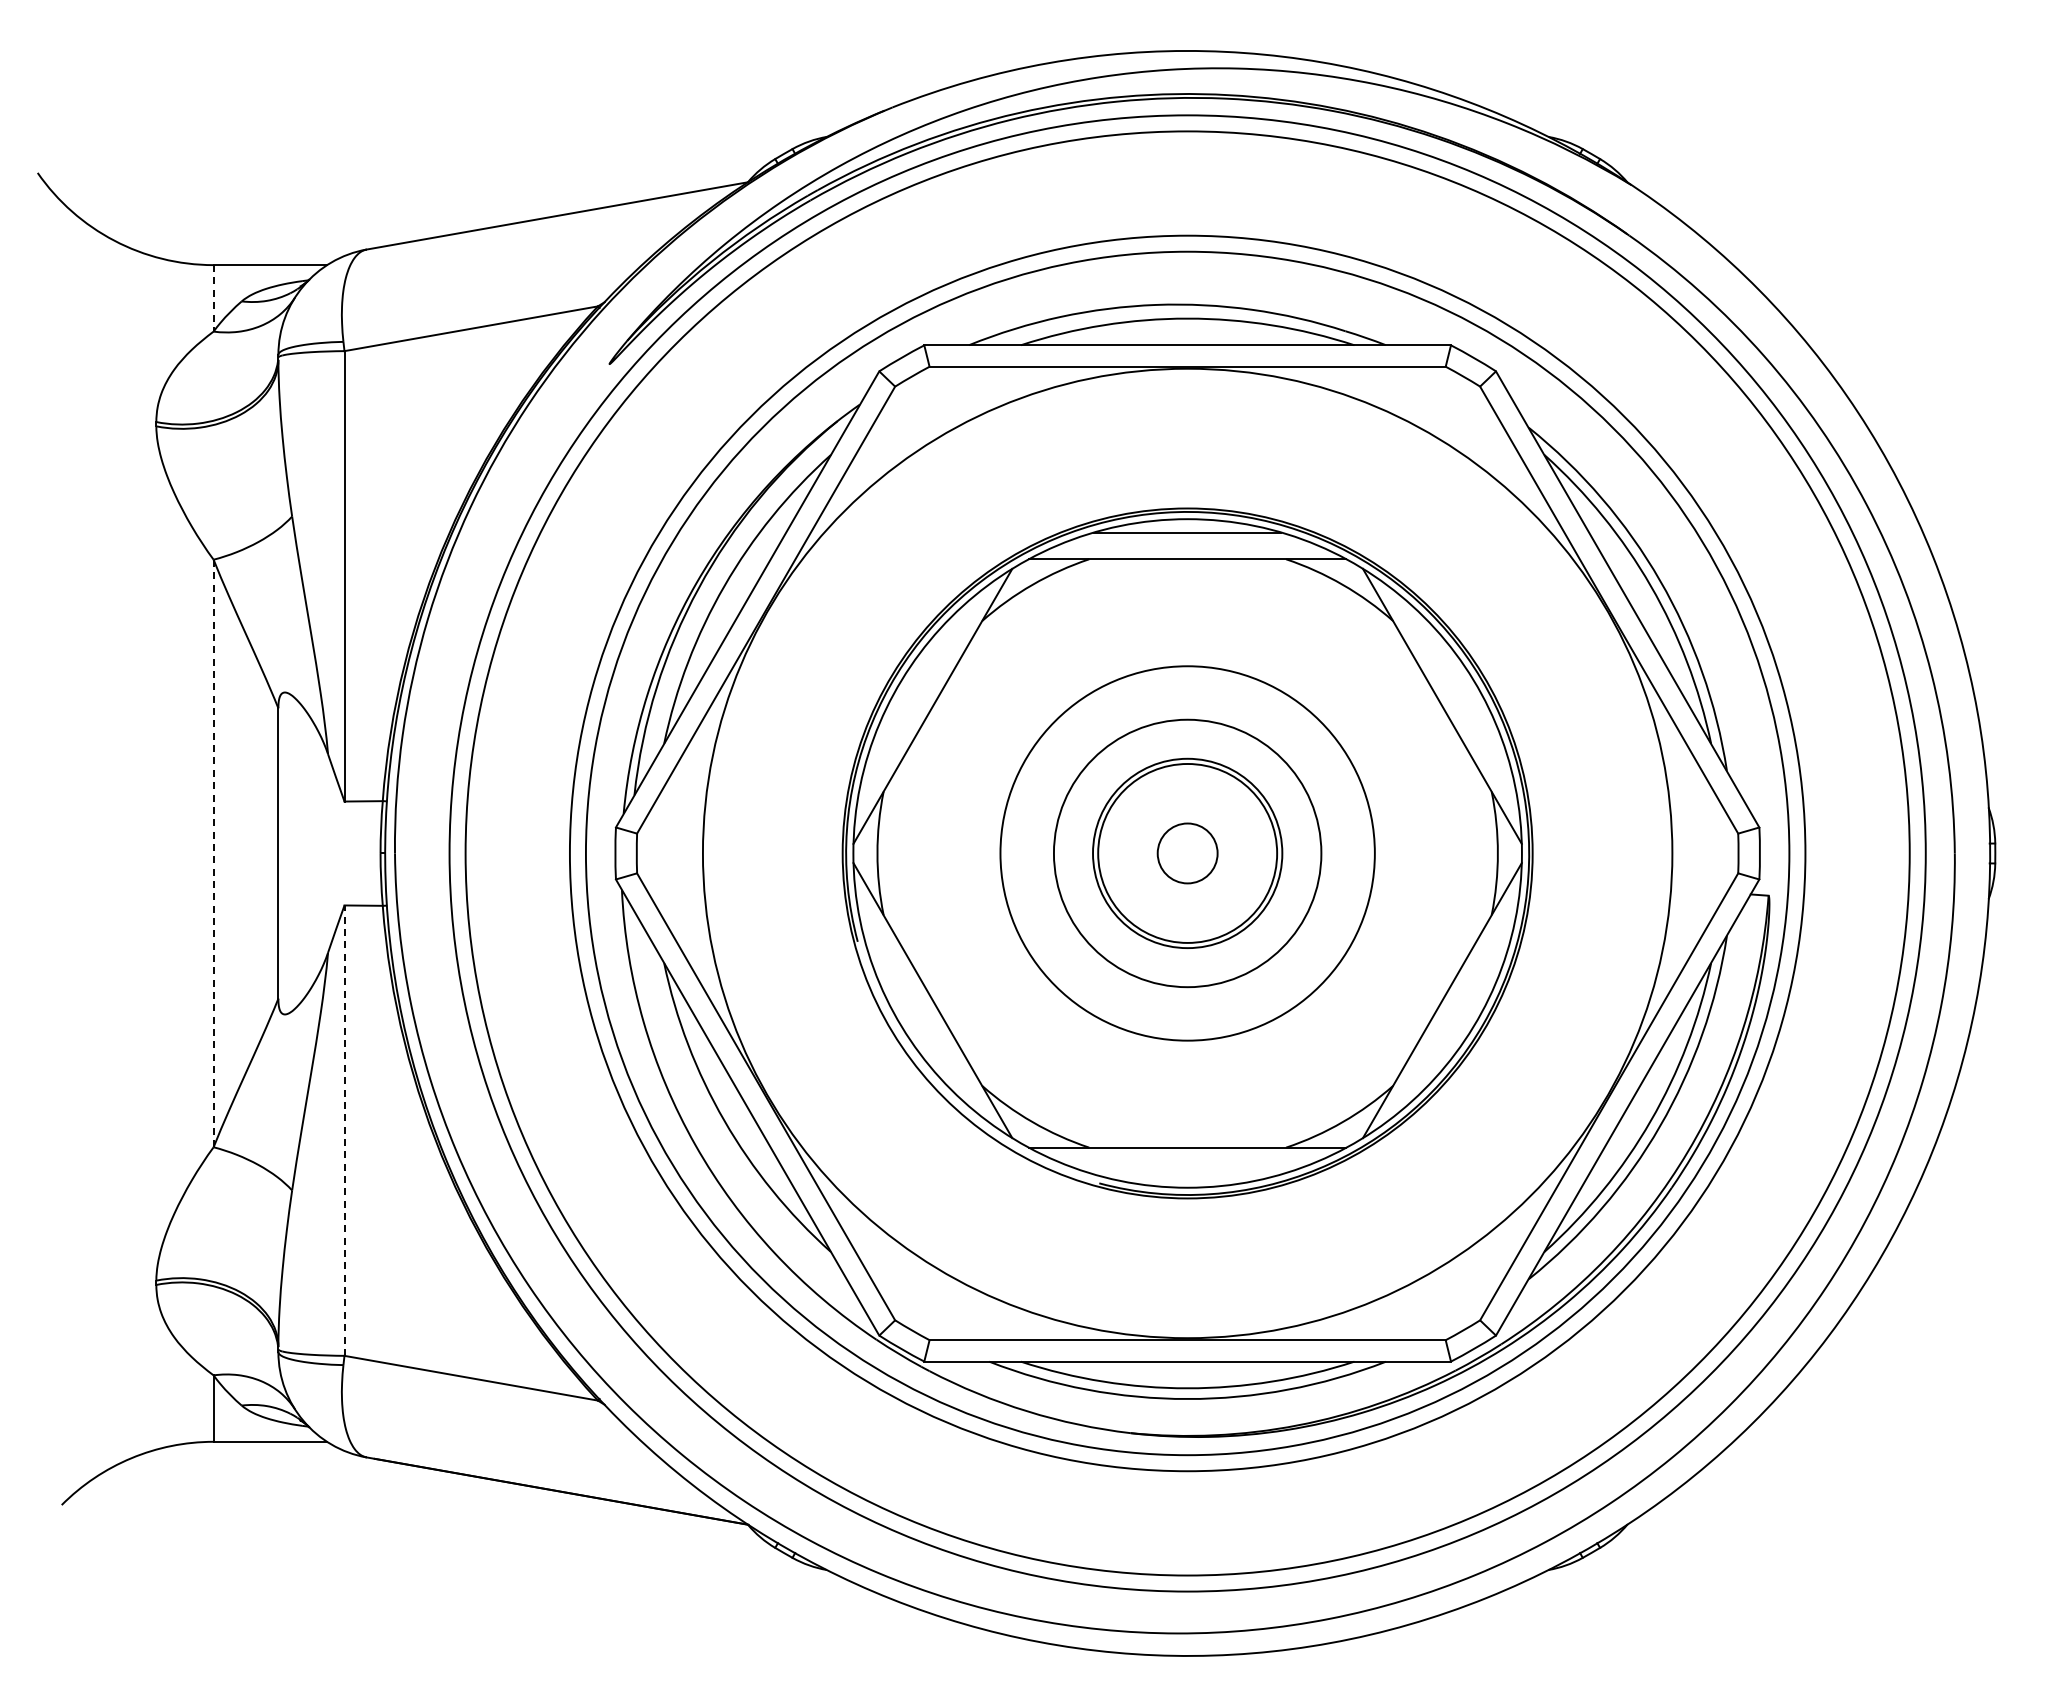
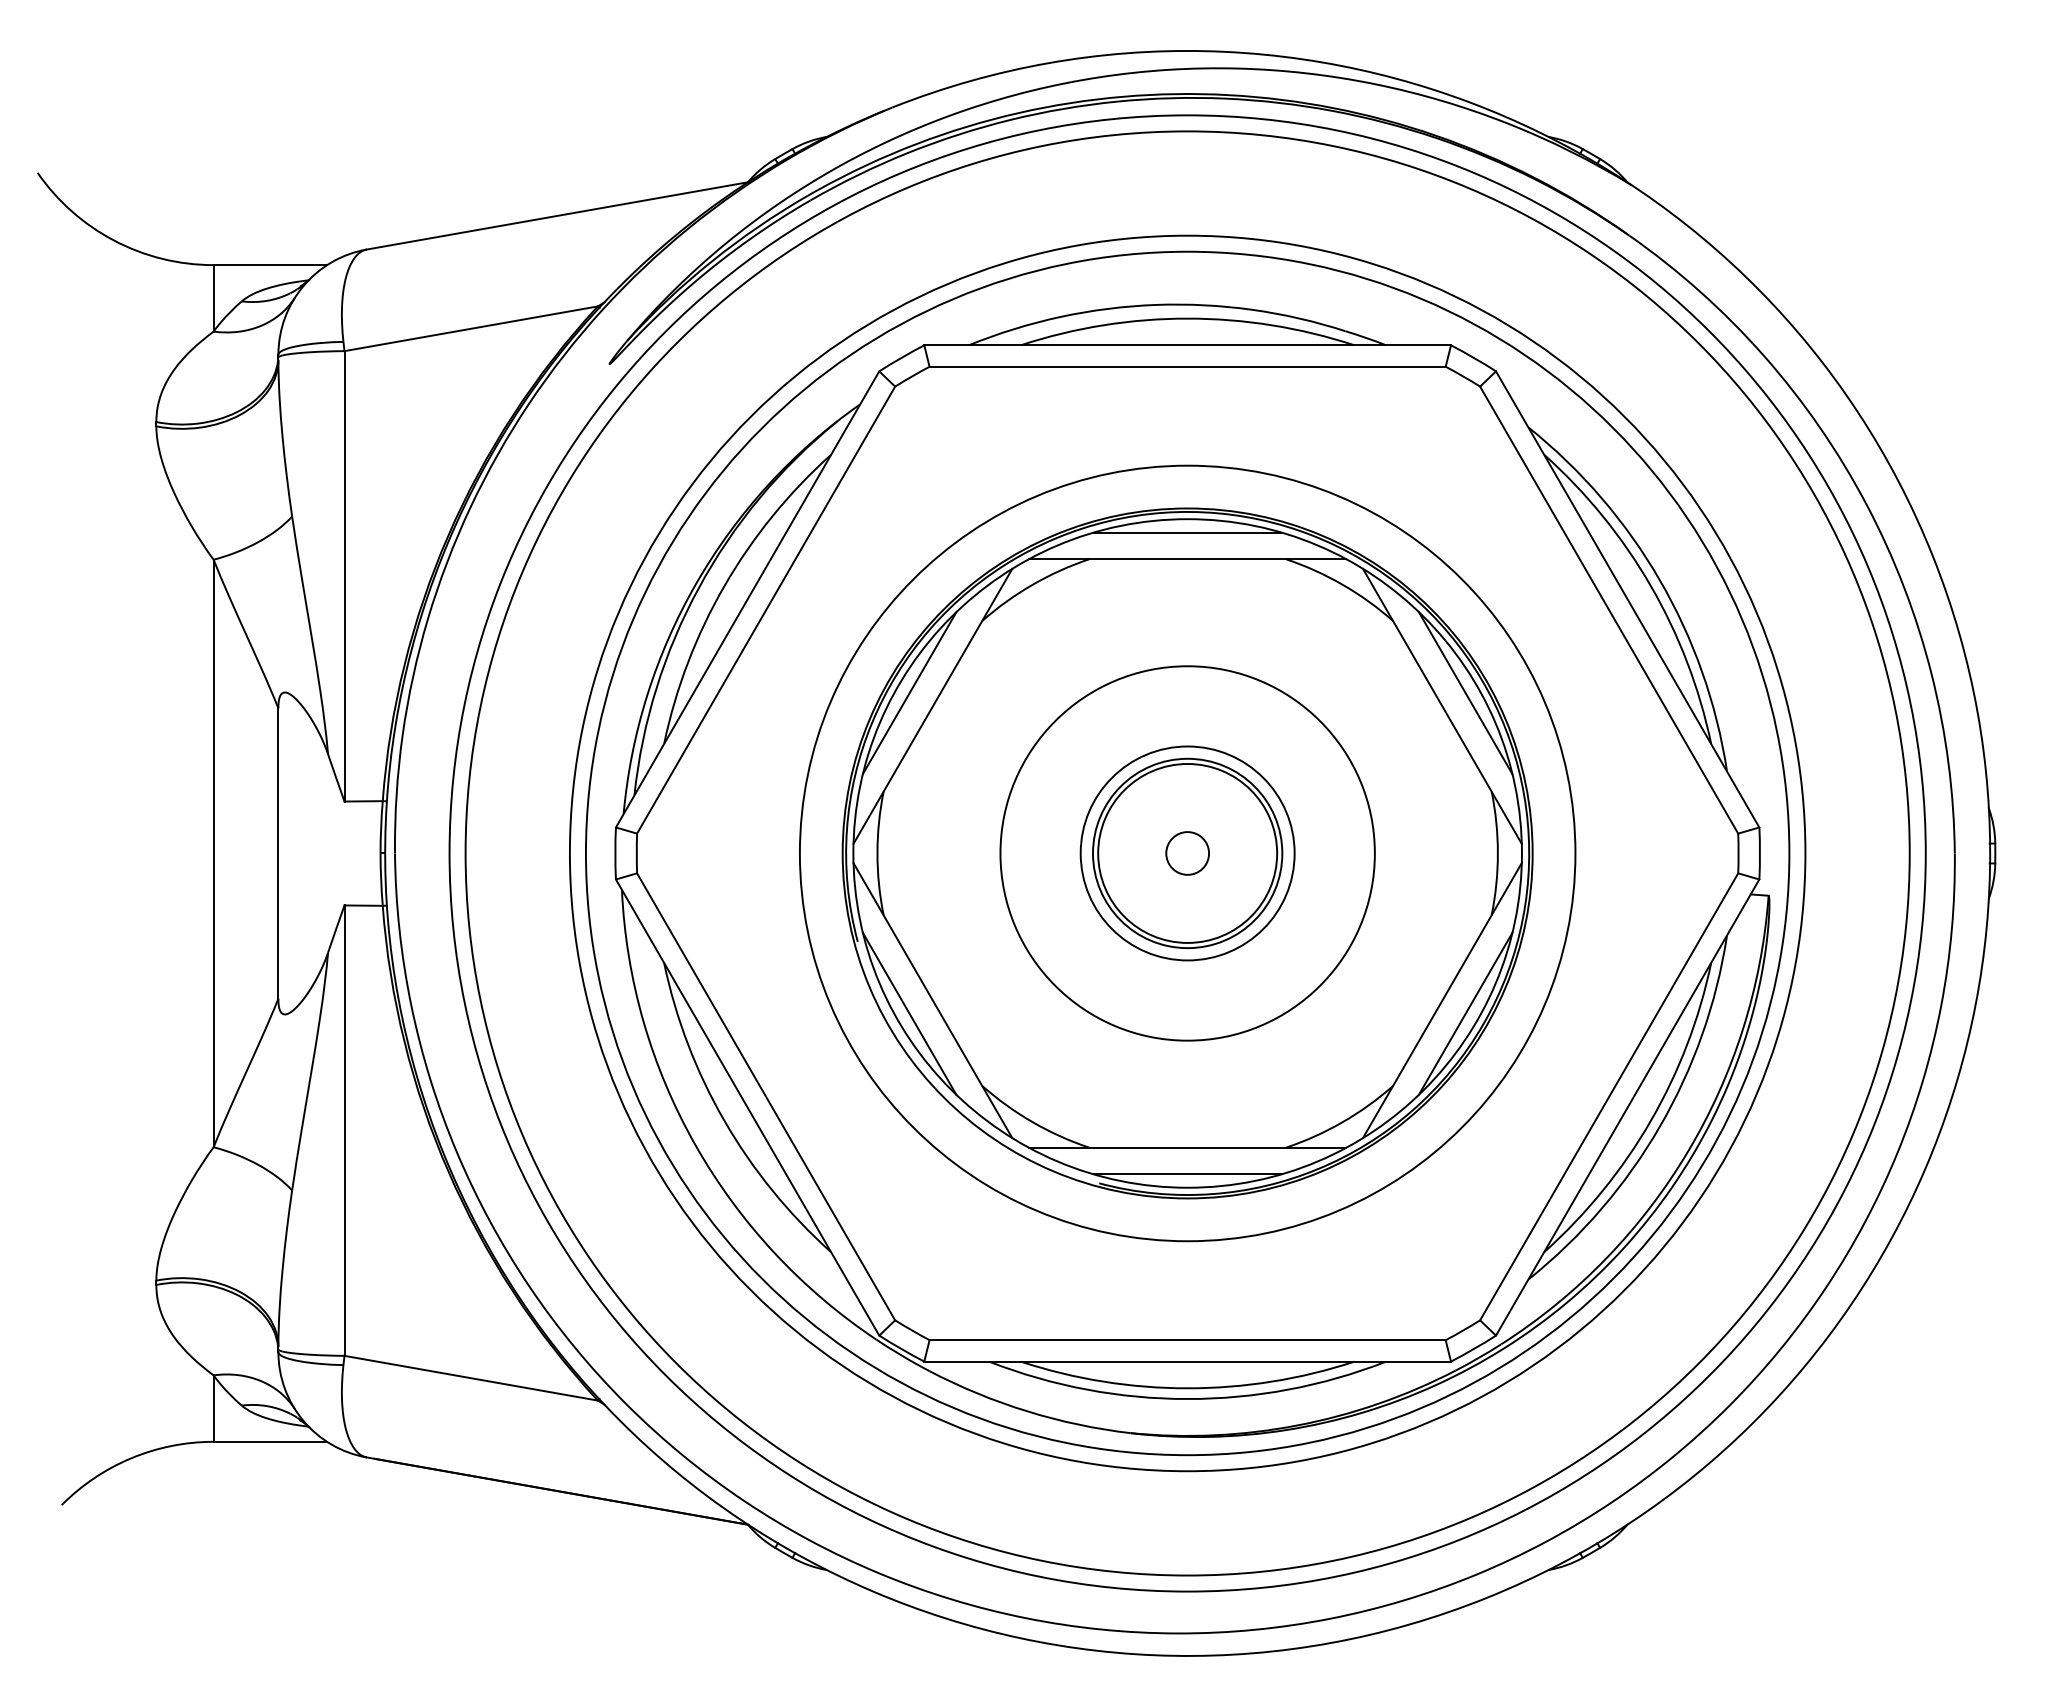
line at (213, 298): dashed -> solid
line at (909, 692): none -> present
line at (1465, 692): none -> present
line at (213, 853): dashed -> solid
circle at (1187, 853) diameter: 267 px -> 214 px
circle at (1187, 853) diameter: 60 px -> 43 px
circle at (1187, 853) diameter: 969 px -> 776 px
line at (909, 1013): none -> present
line at (1465, 1013): none -> present
line at (344, 1130): dashed -> solid
line at (1187, 1174): none -> present
